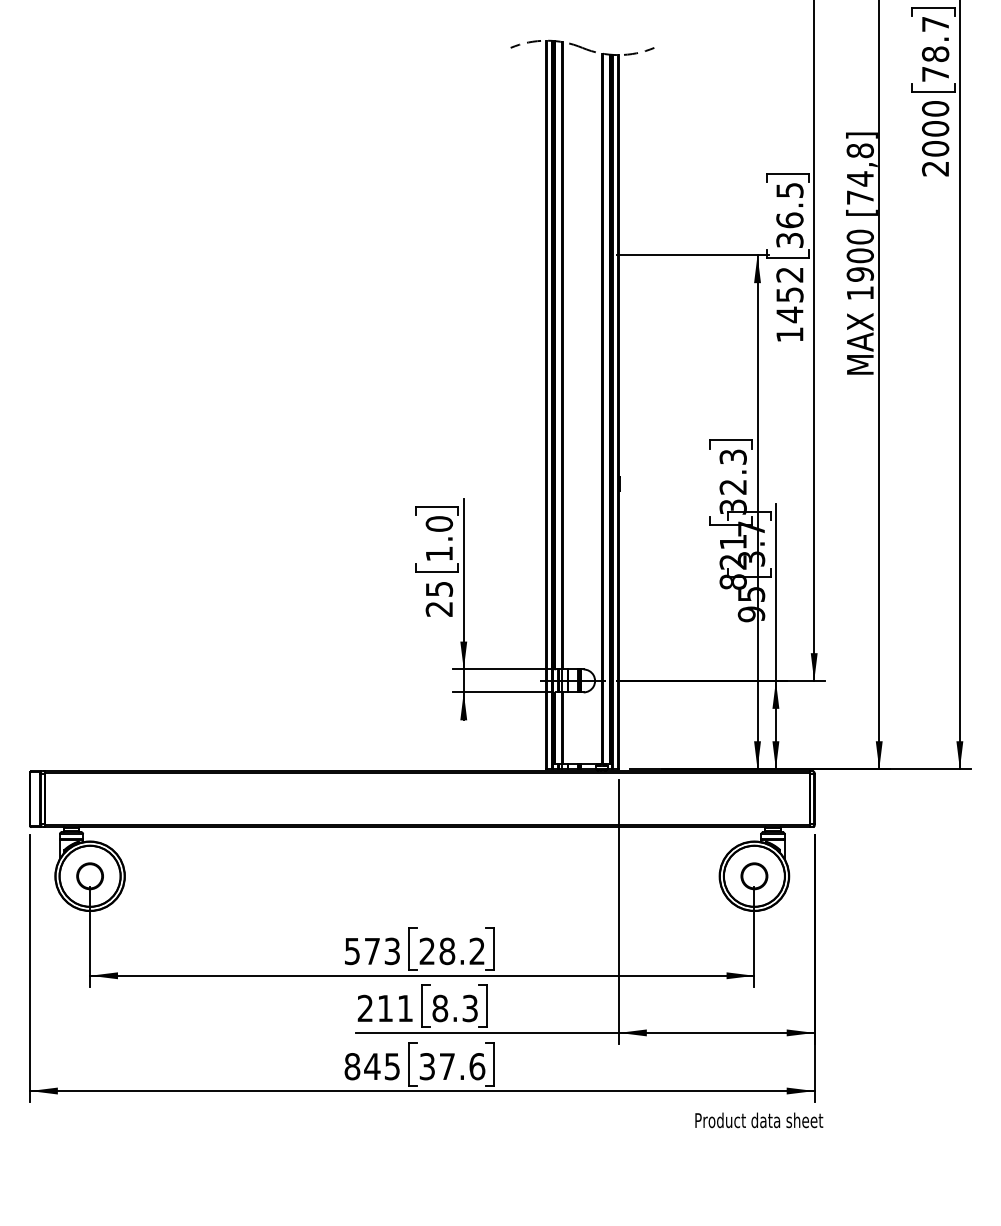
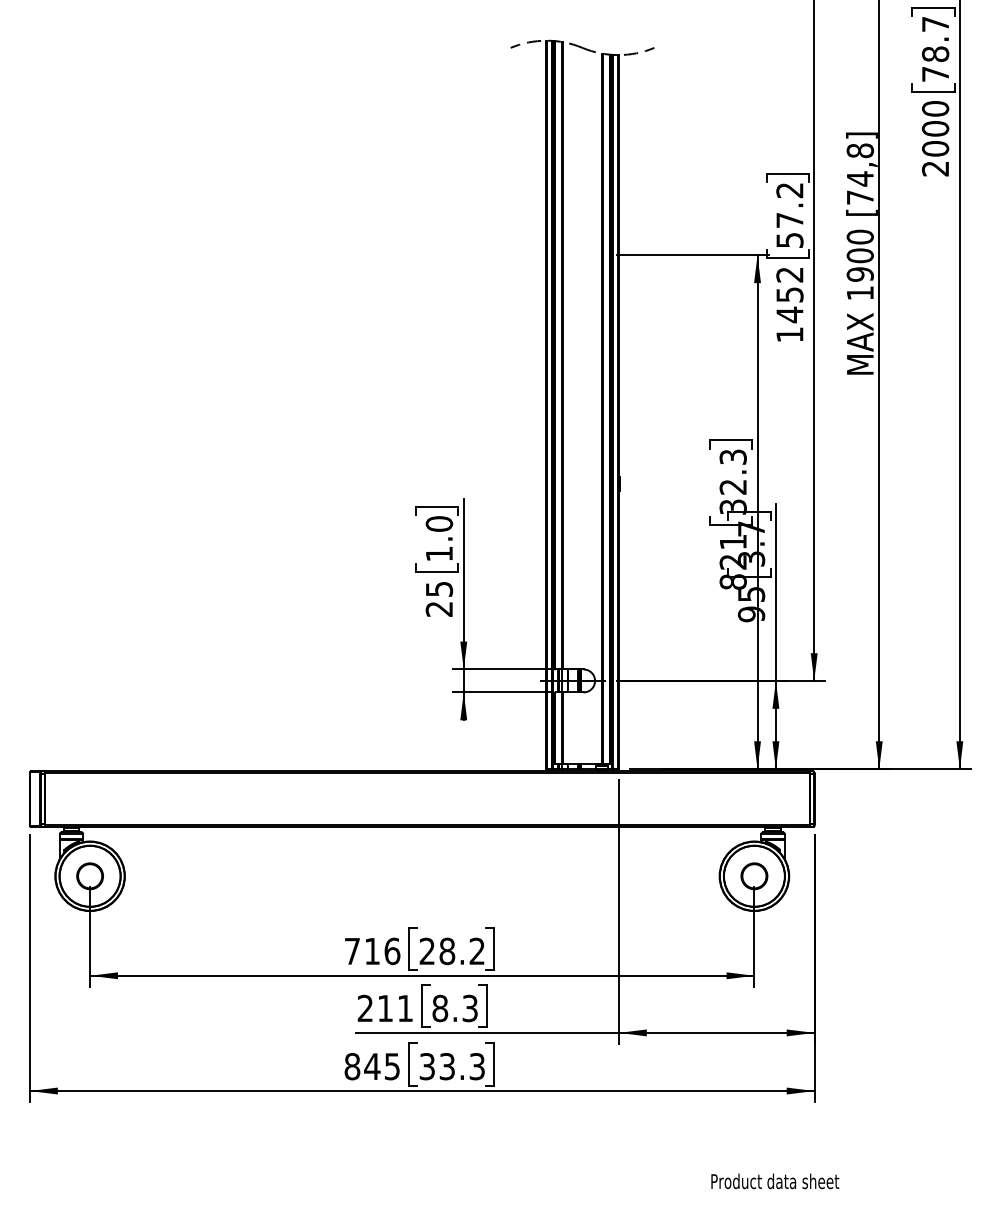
text at (789, 215): 36.5 -> 57.2
text at (372, 951): 573 -> 716
text at (462, 1066): 37.6 -> 33.3
text at (759, 1120) position: (759, 1120) -> (775, 1181)
